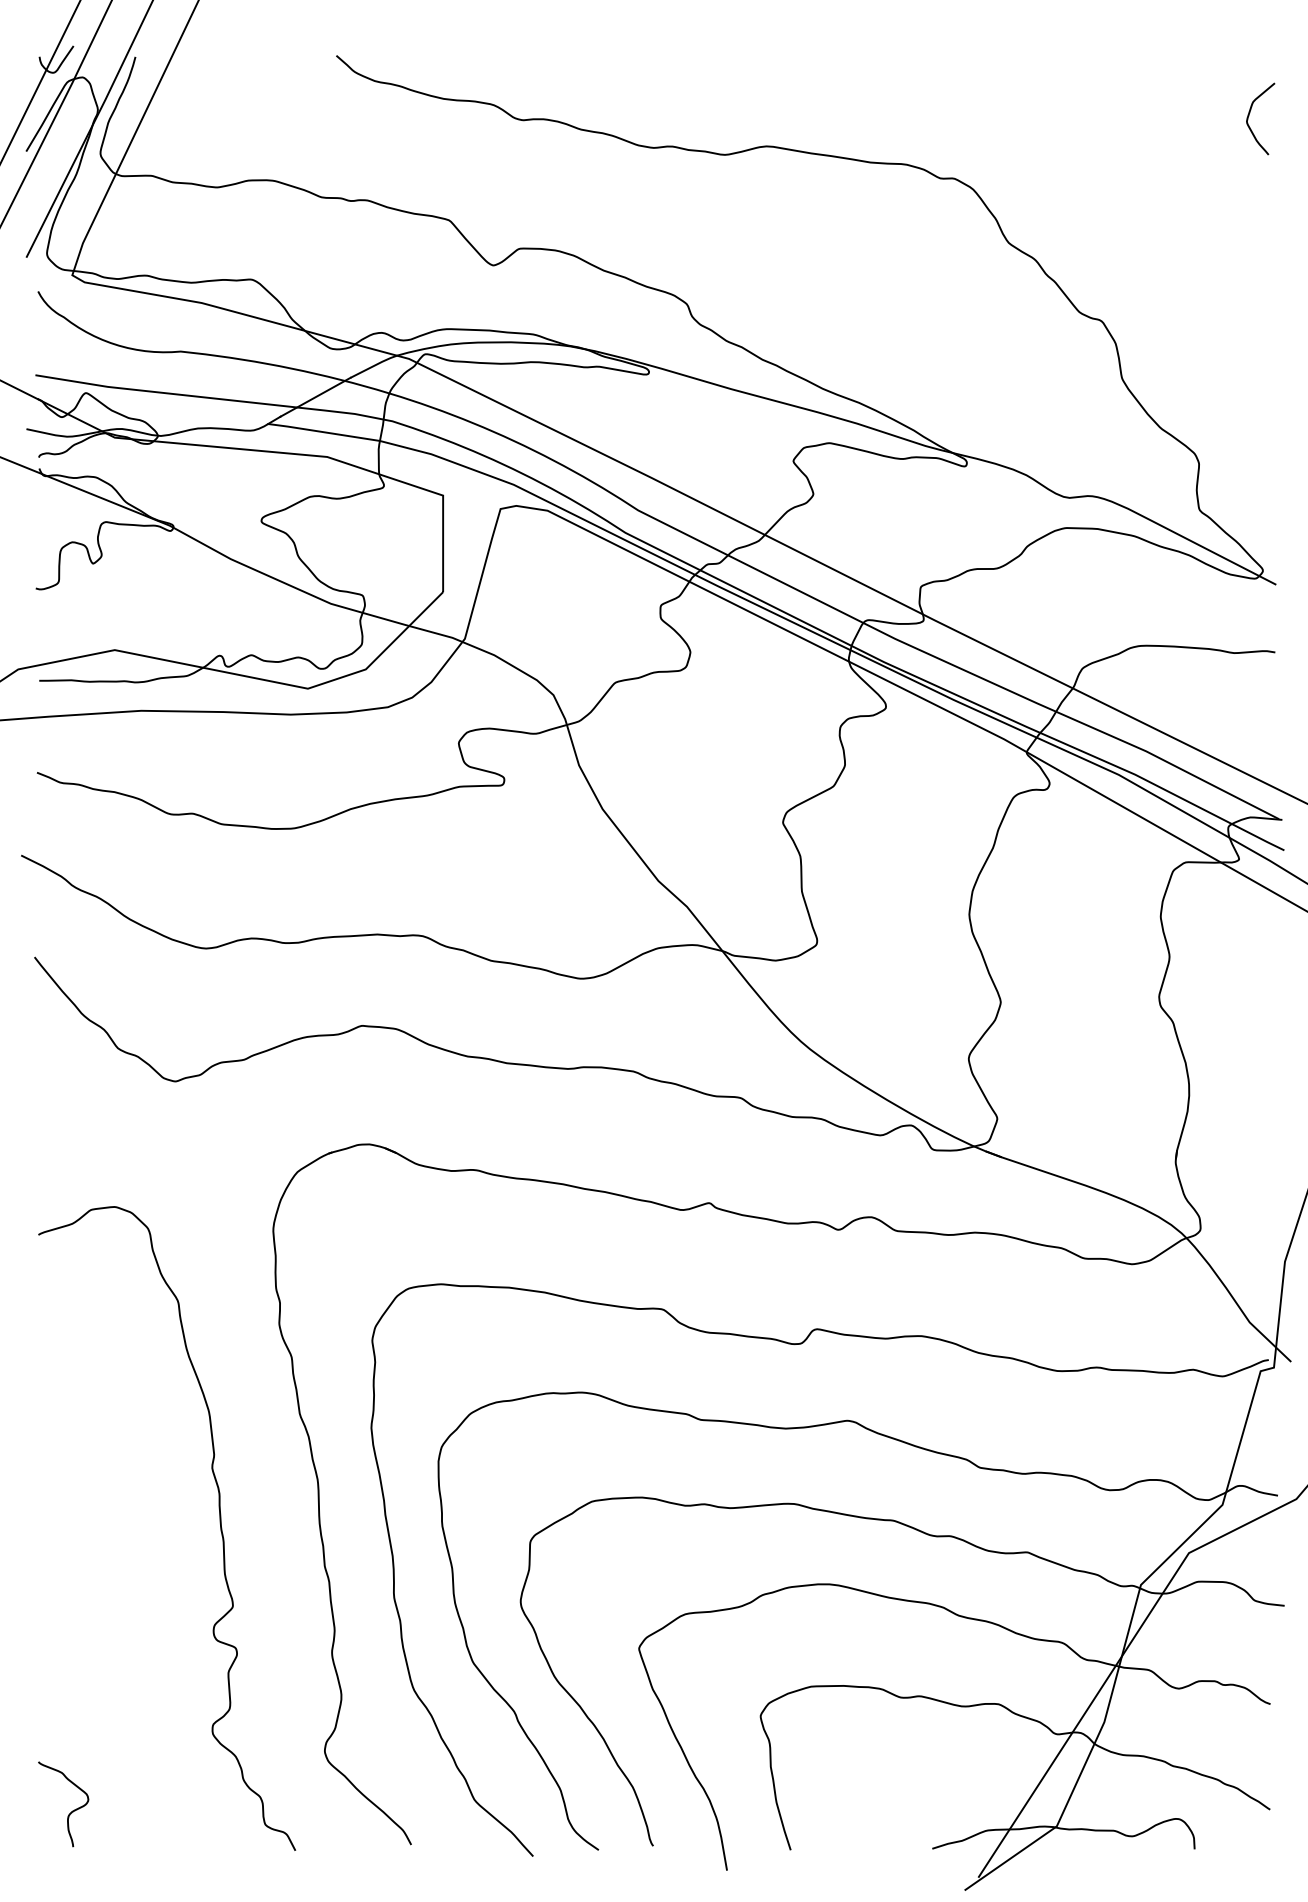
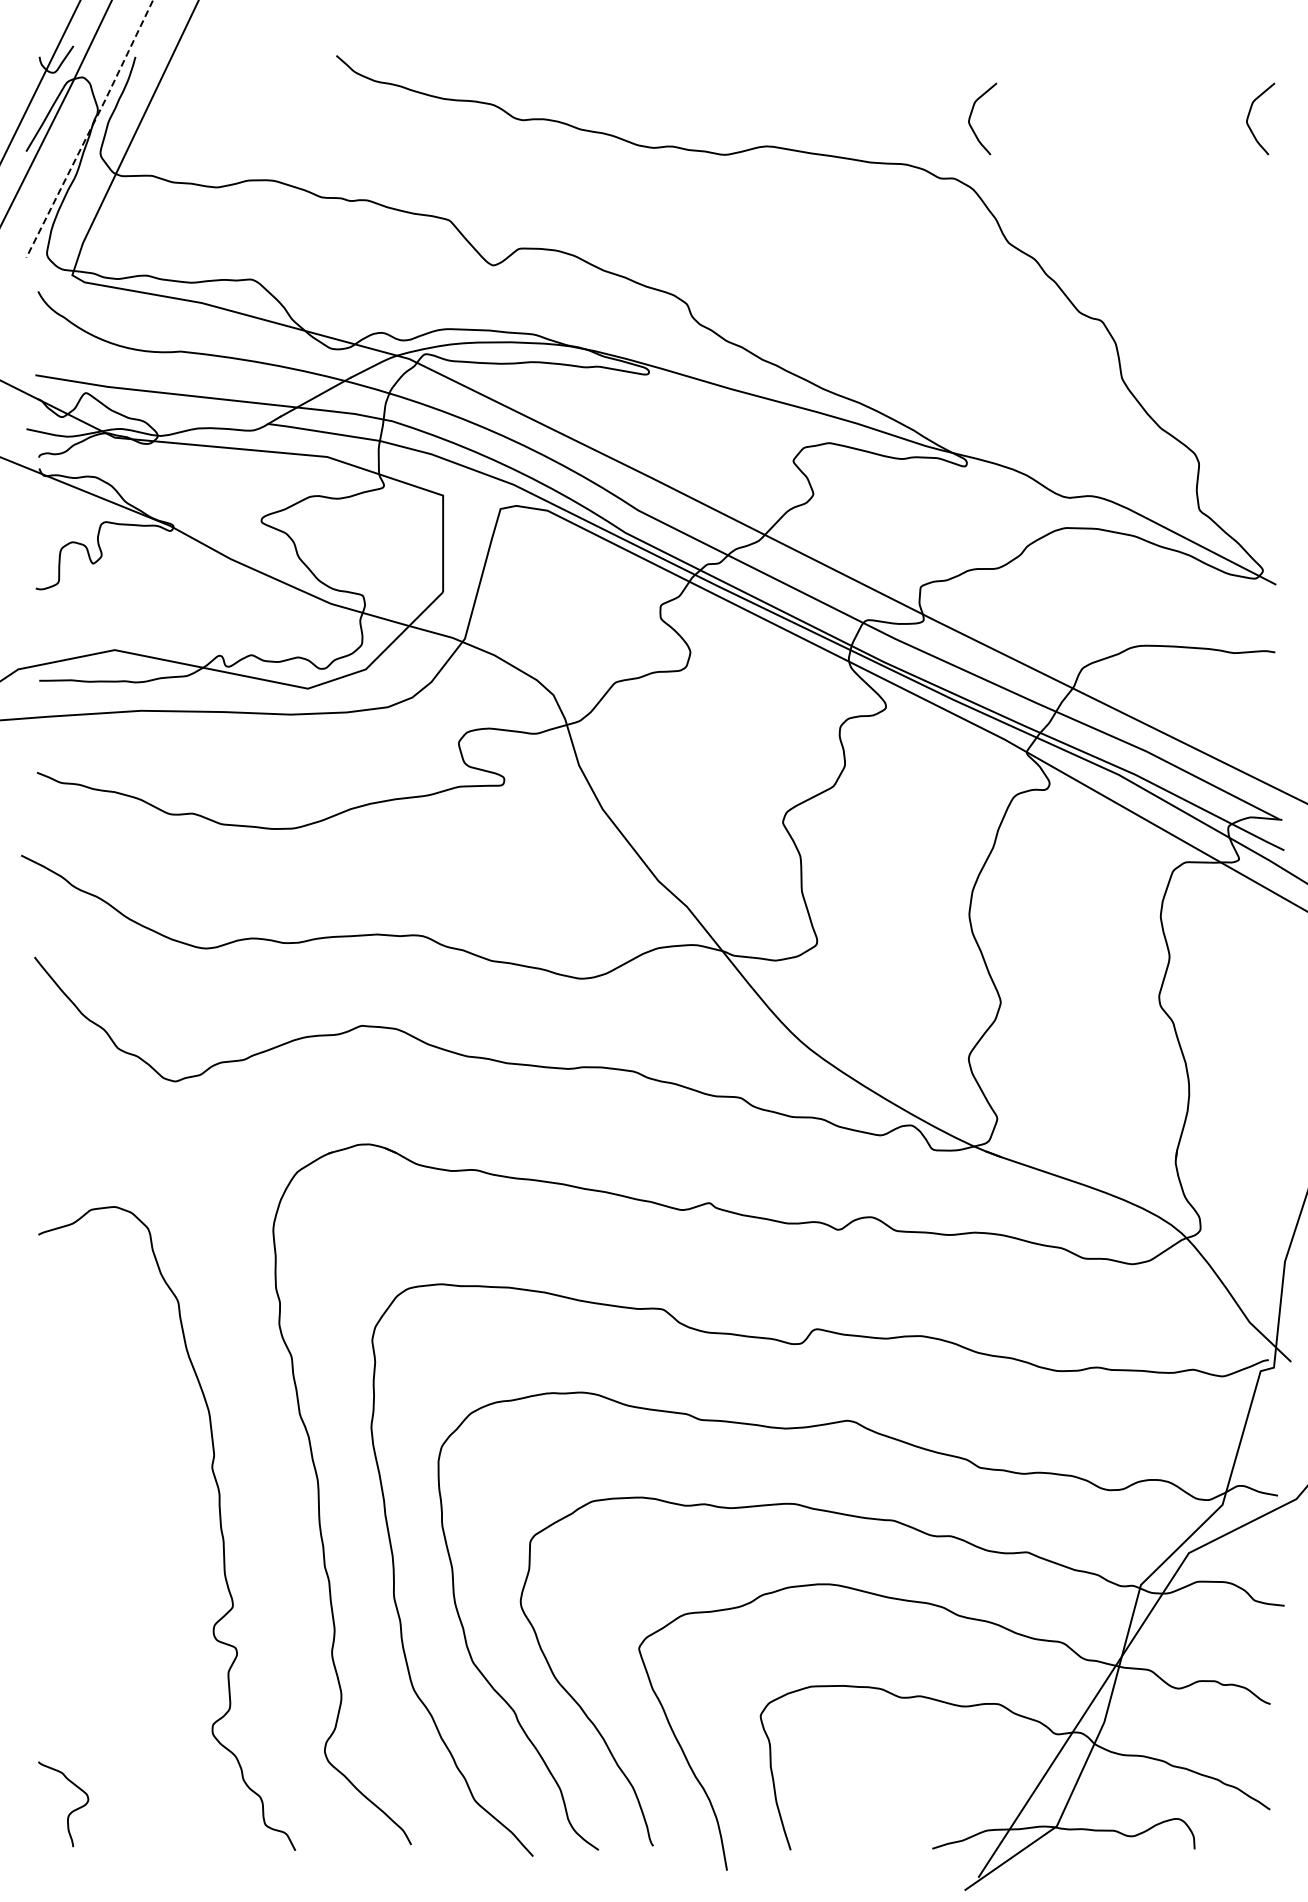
curve at (972, 113): none -> present
line at (90, 129): solid -> dashed
